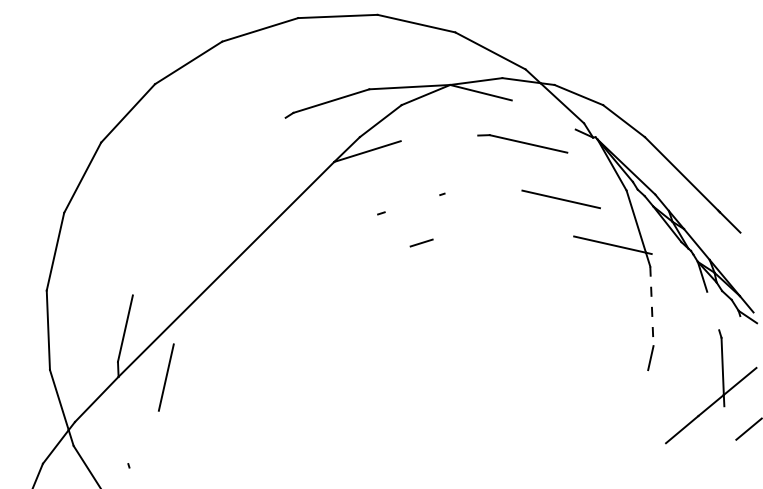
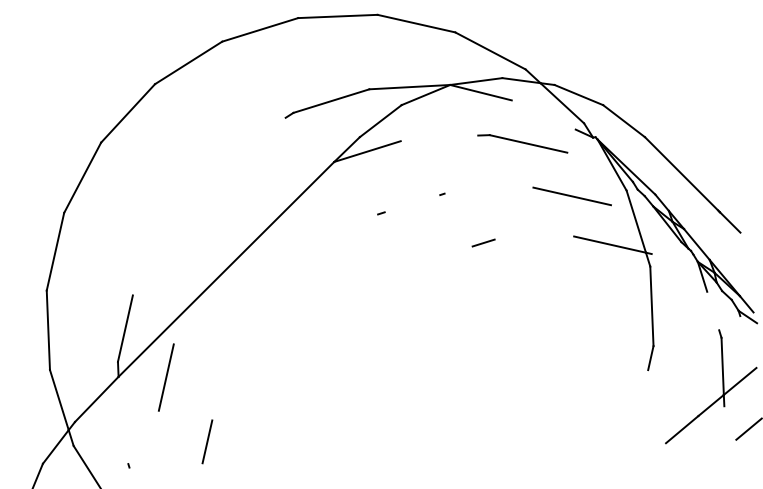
line at (560, 199) position: (560, 199) -> (571, 196)
line at (421, 242) position: (421, 242) -> (483, 242)
line at (651, 306): dashed -> solid
line at (207, 441): none -> present
